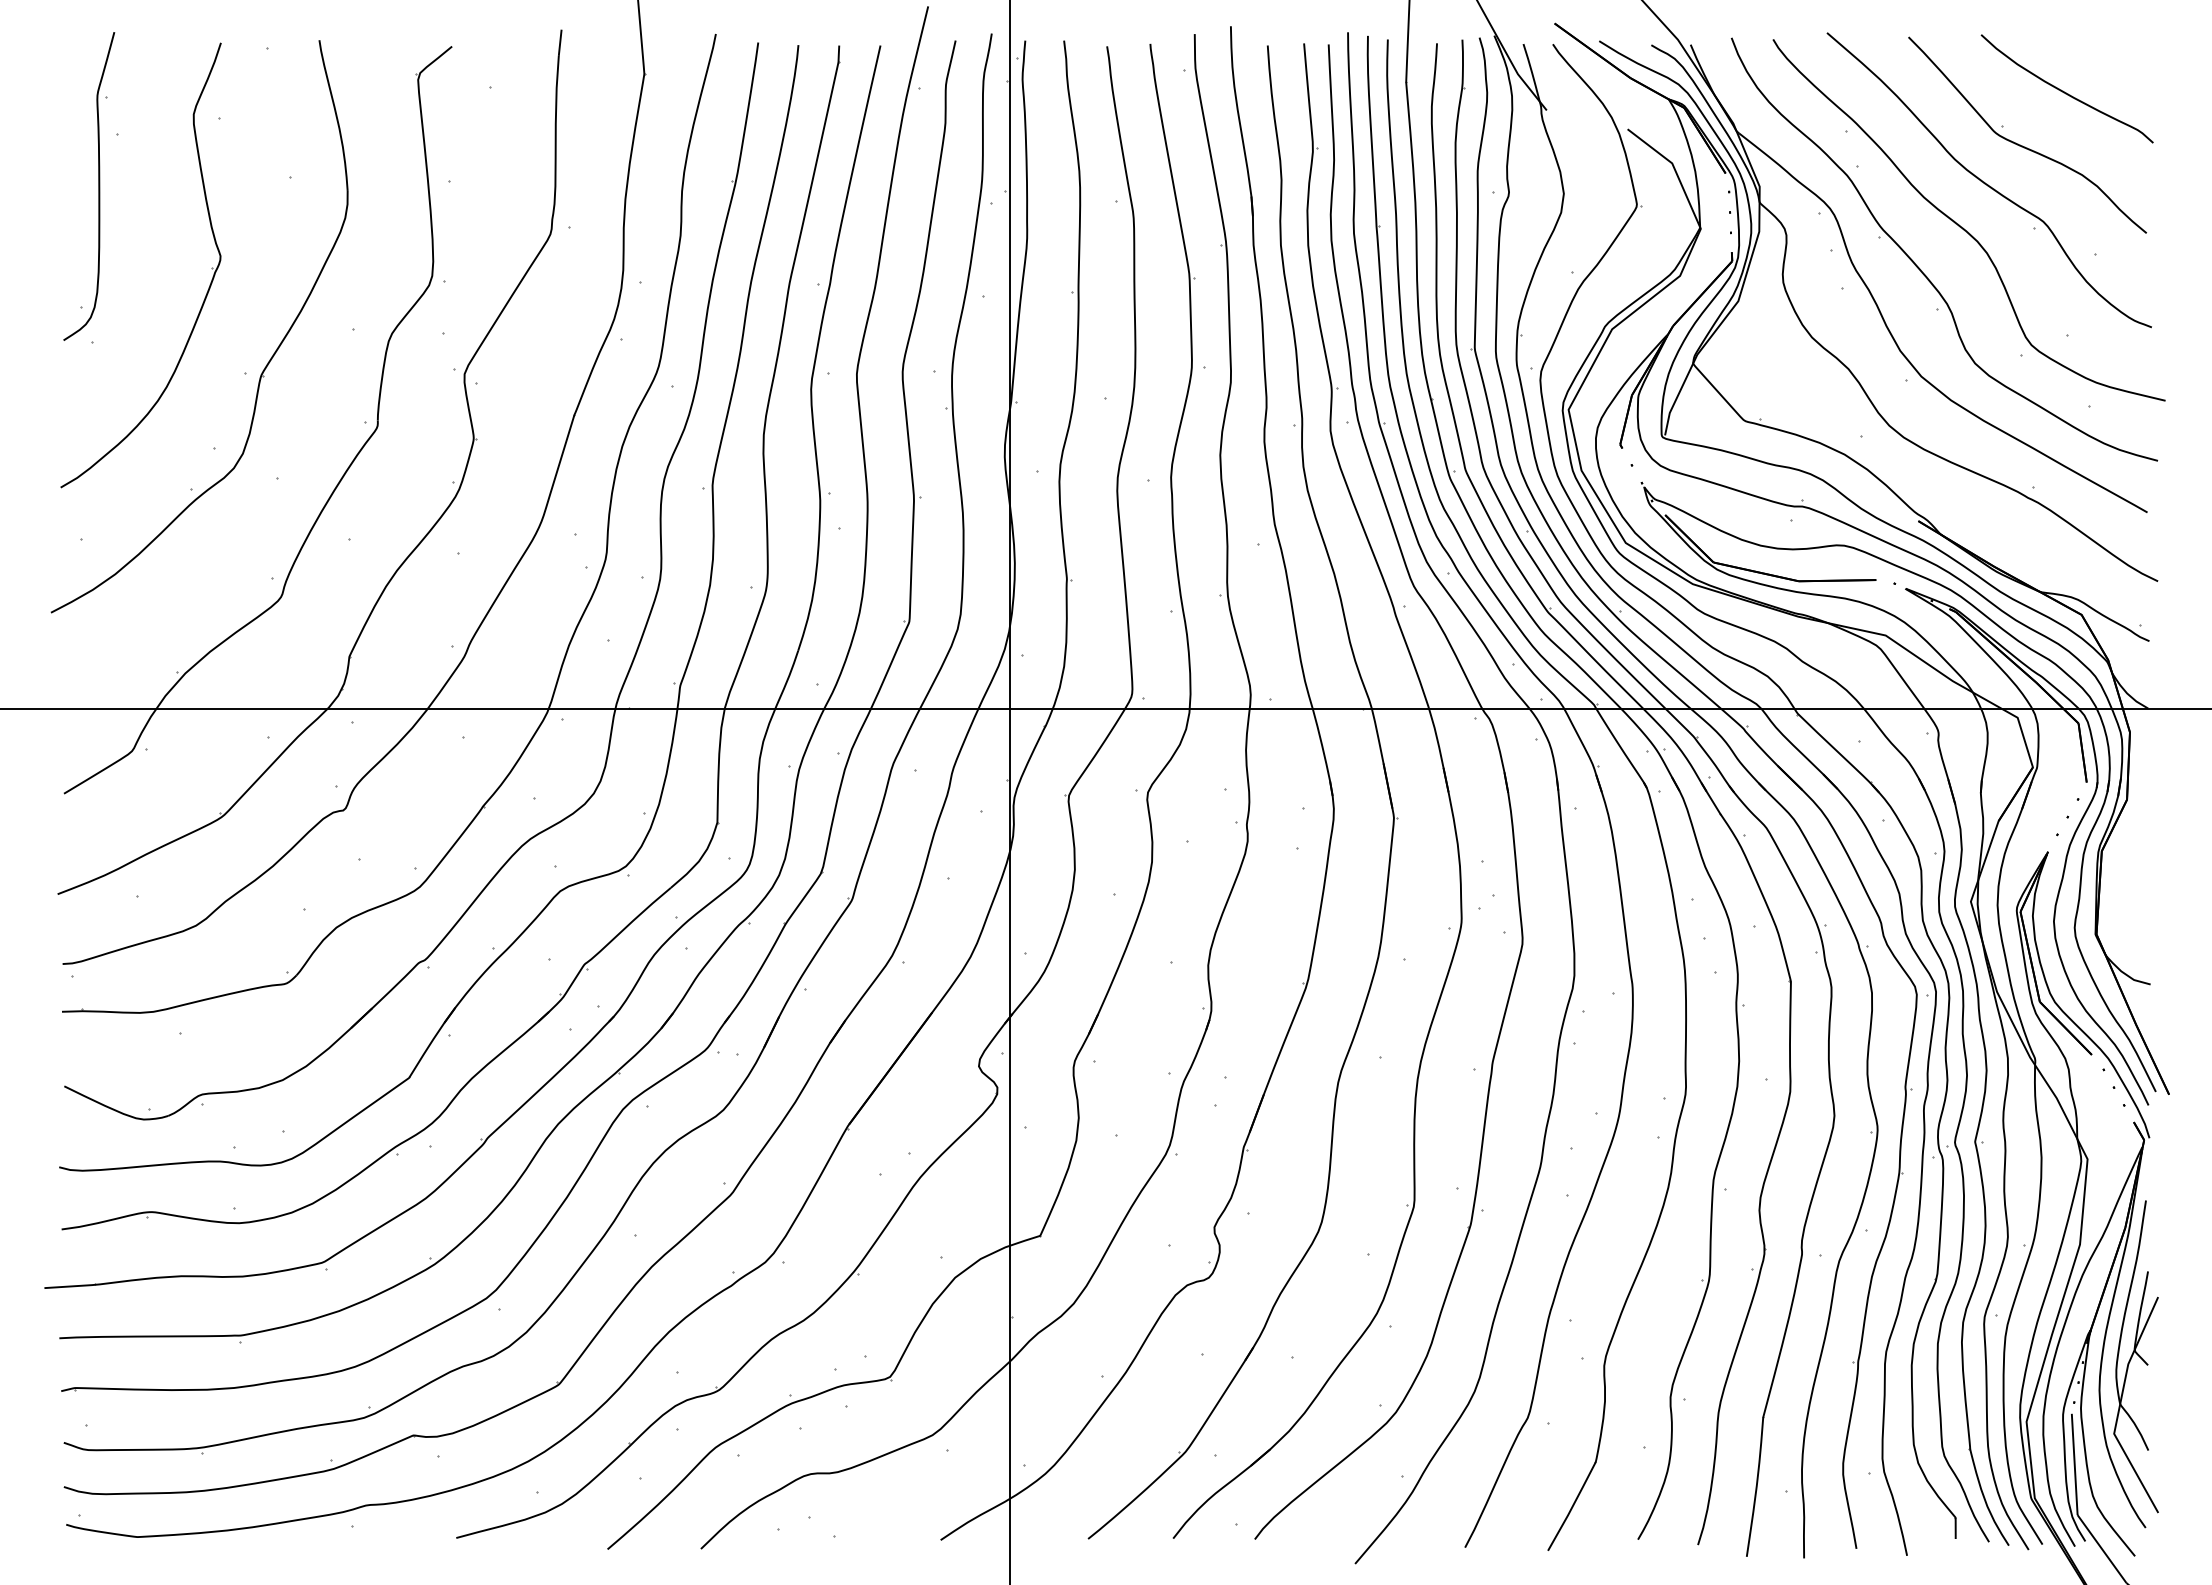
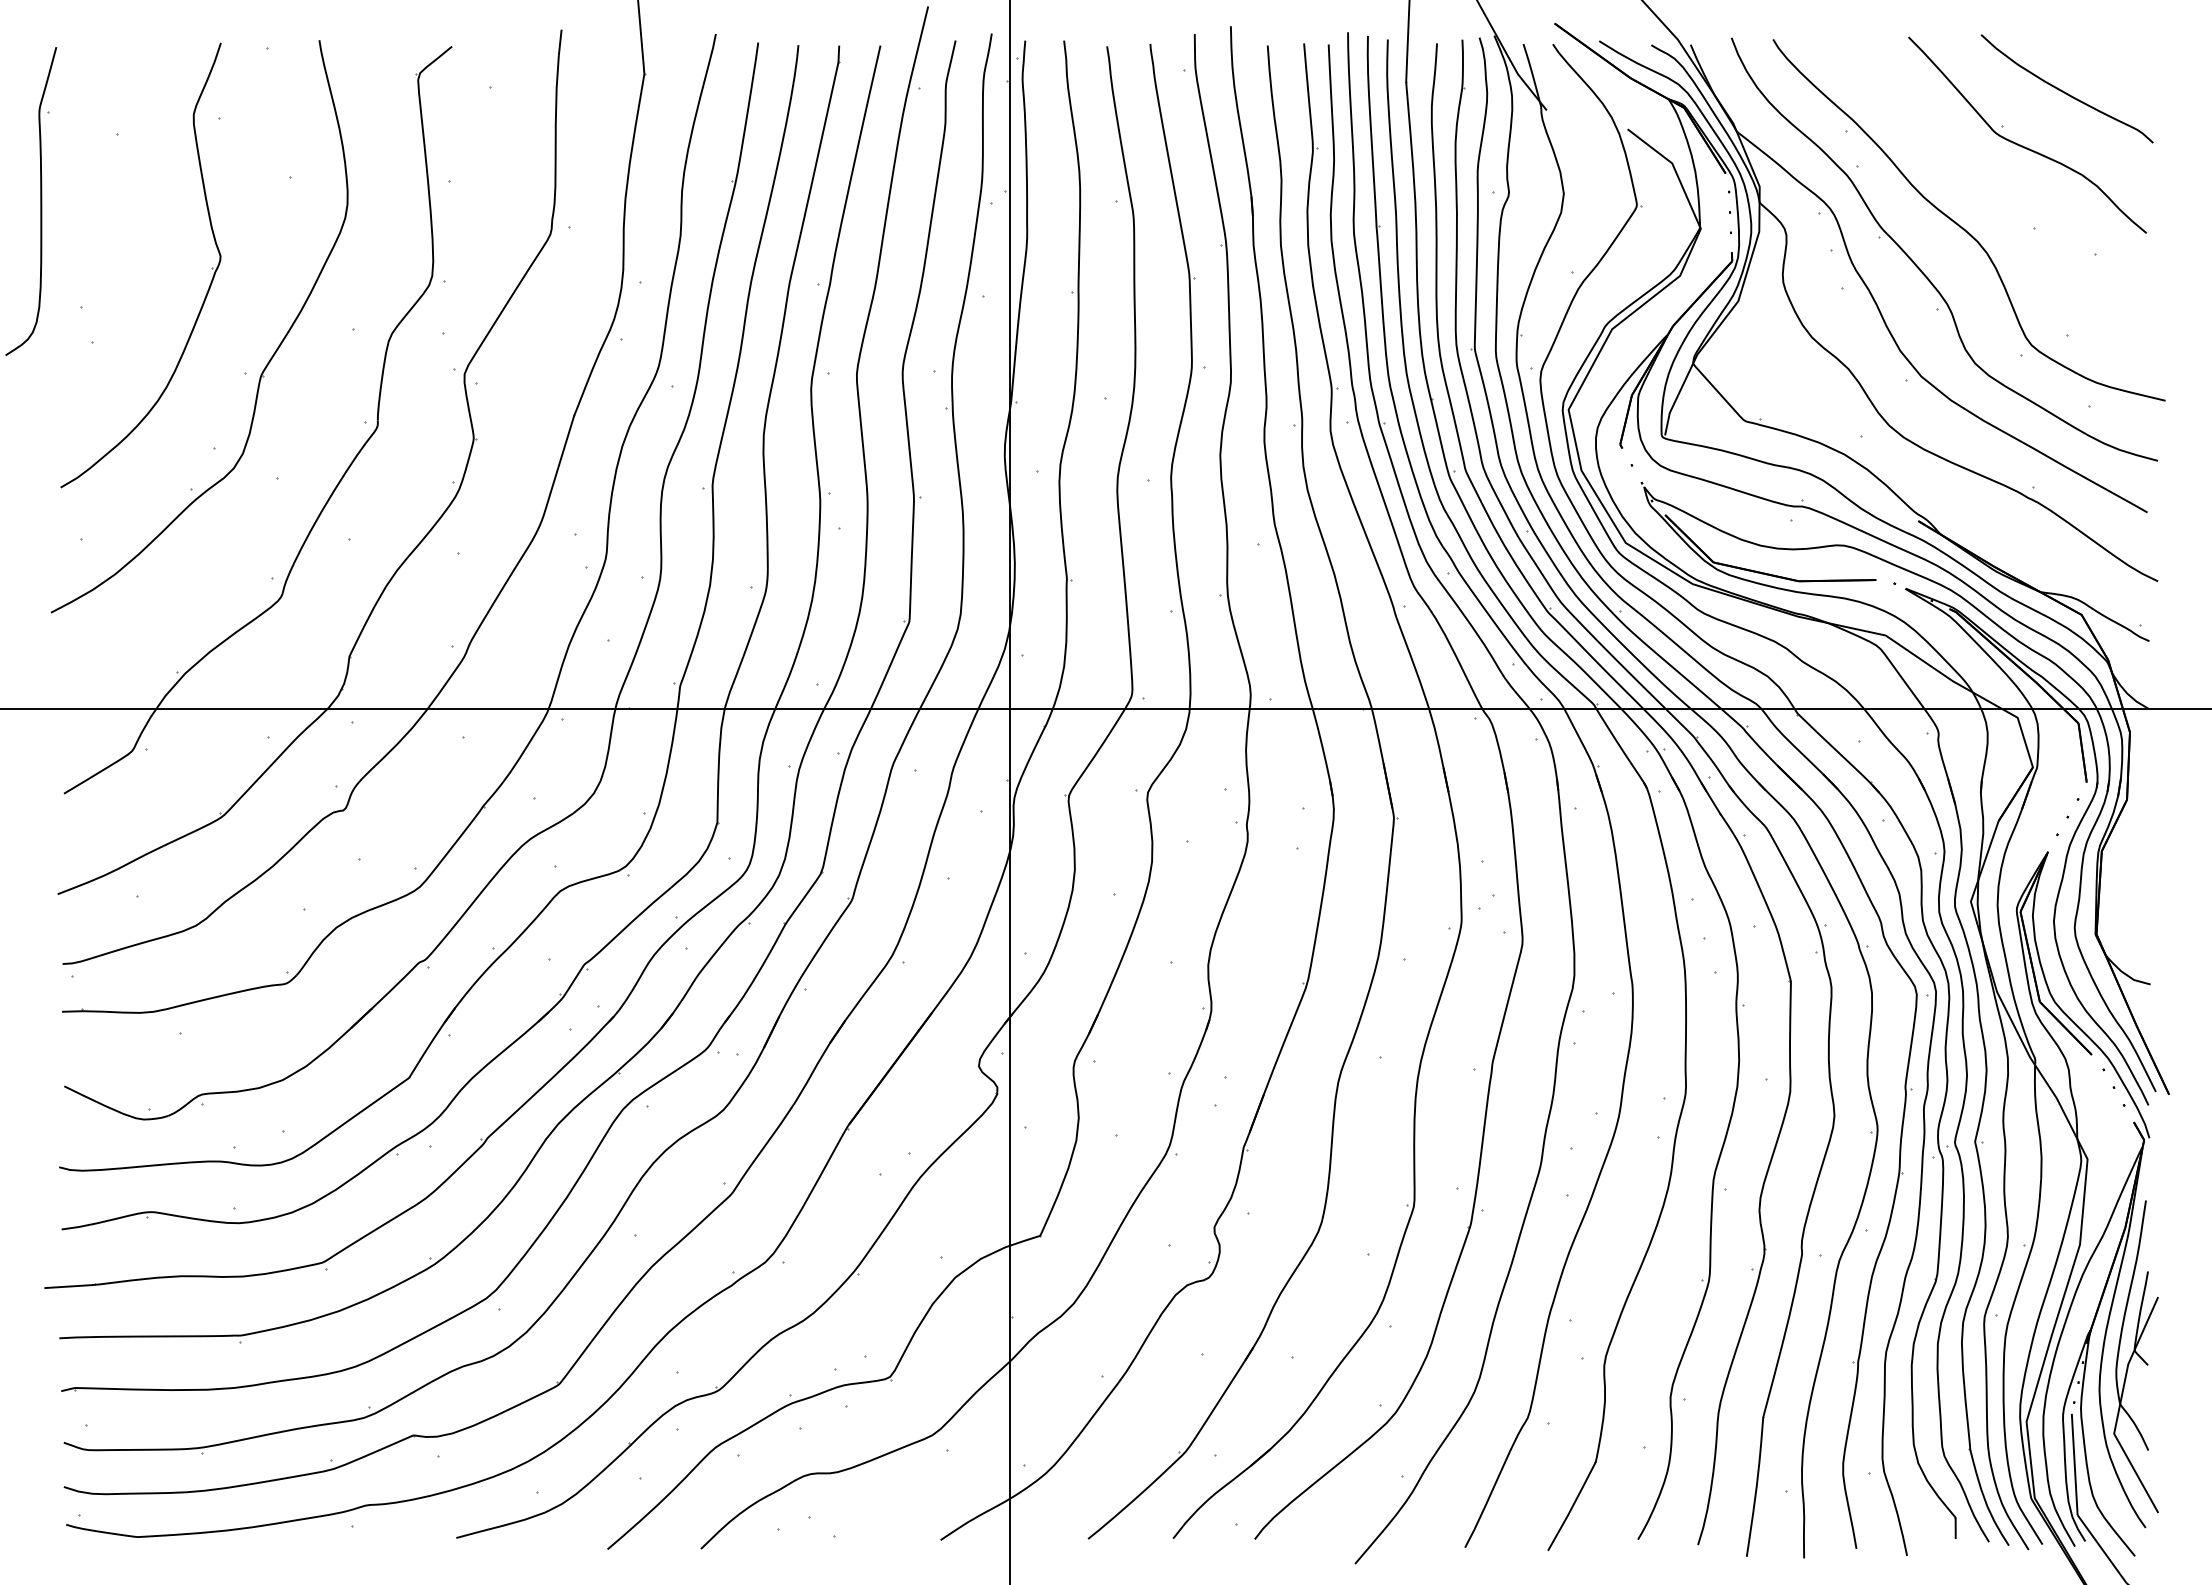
curve at (1985, 182): present -> none
part at (98, 186) position: (98, 186) -> (40, 201)
